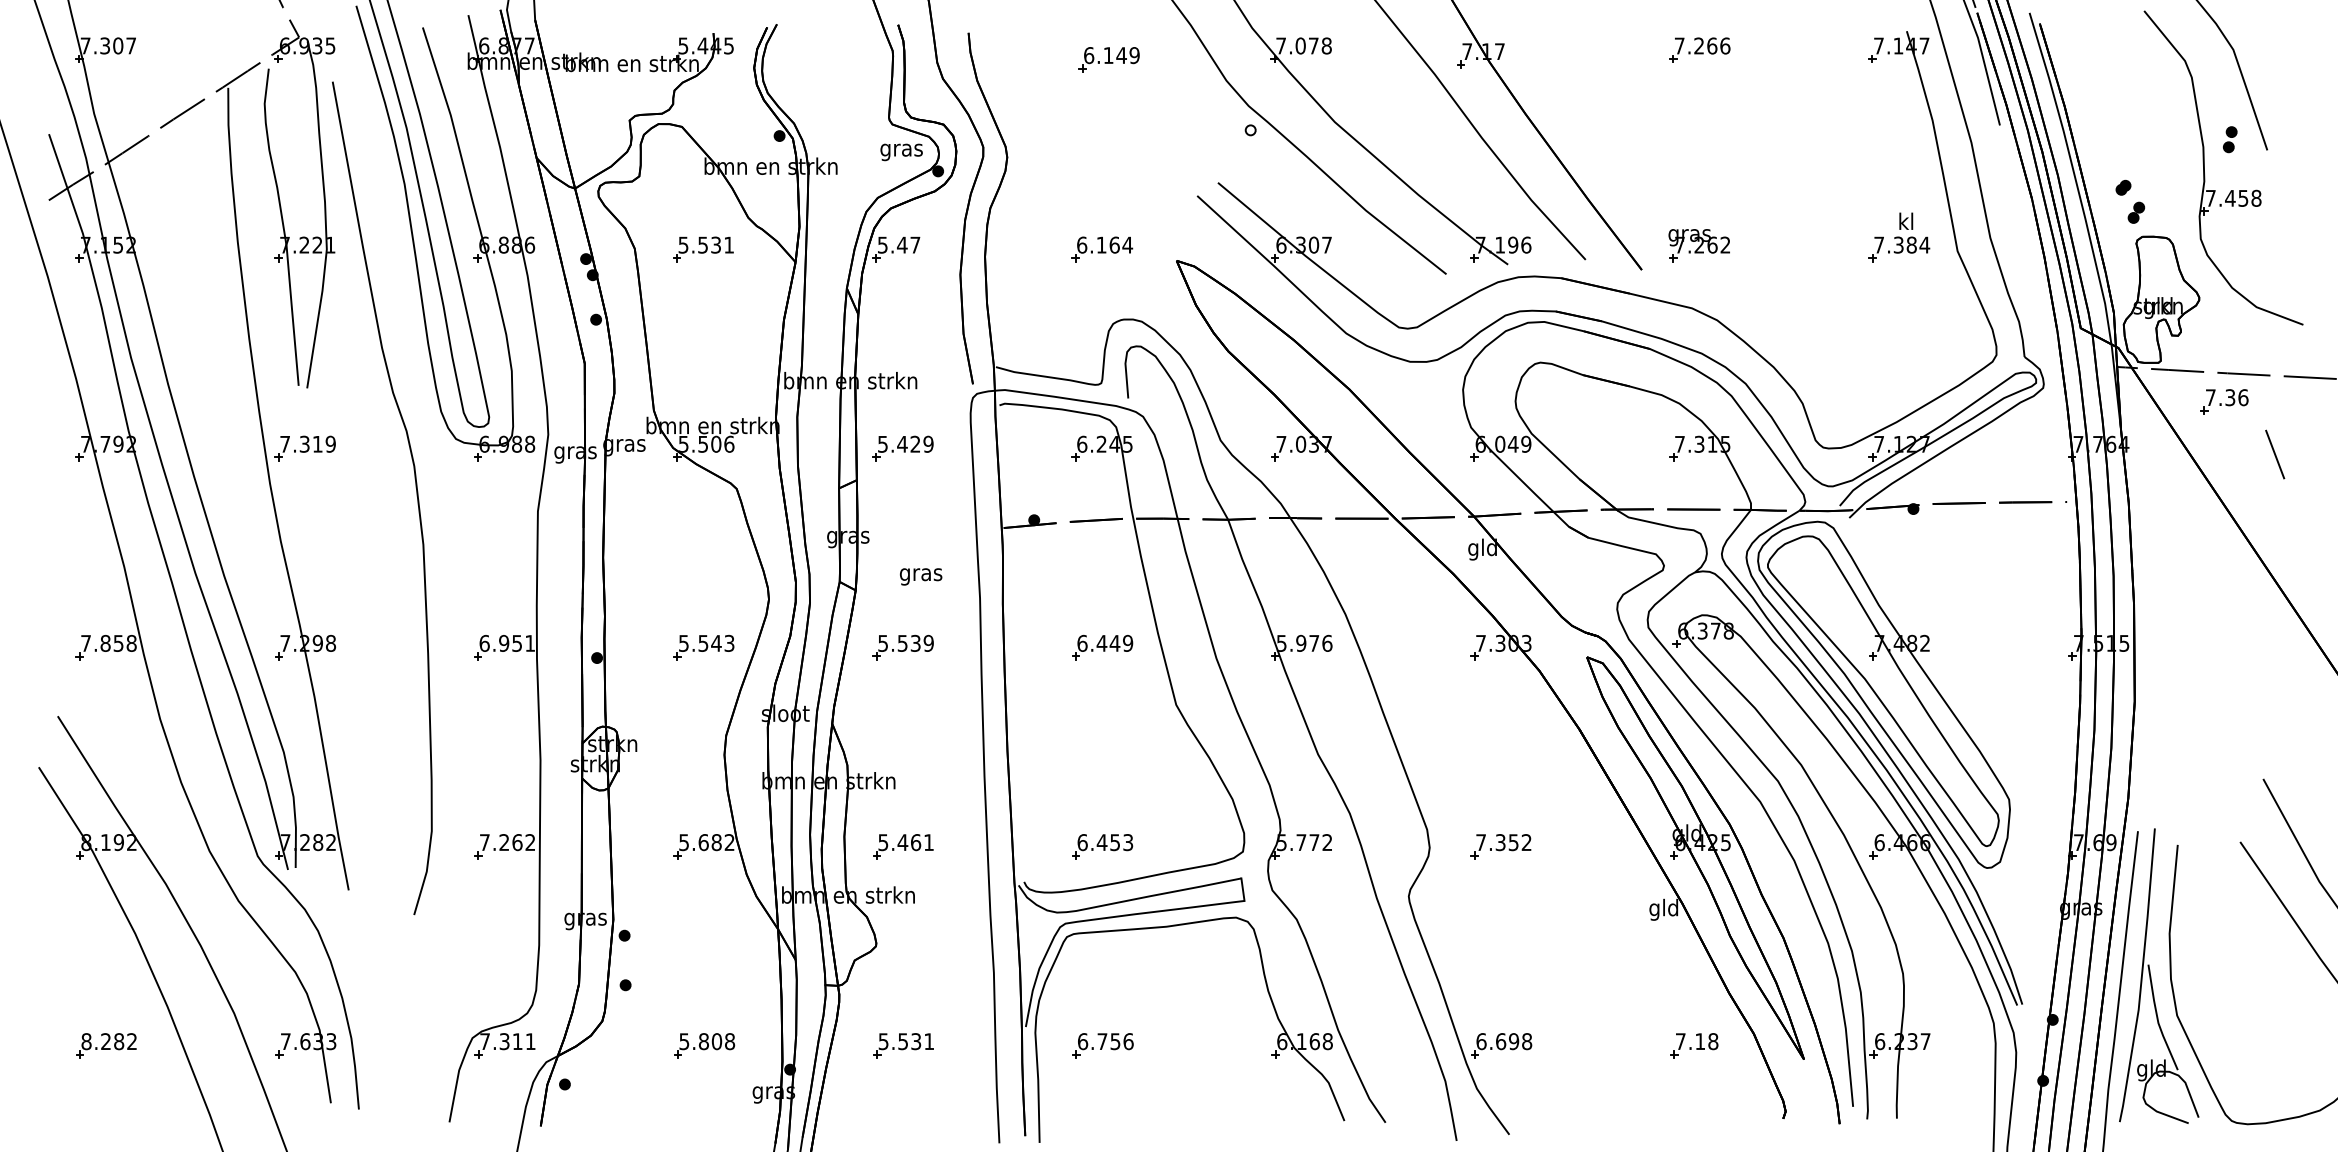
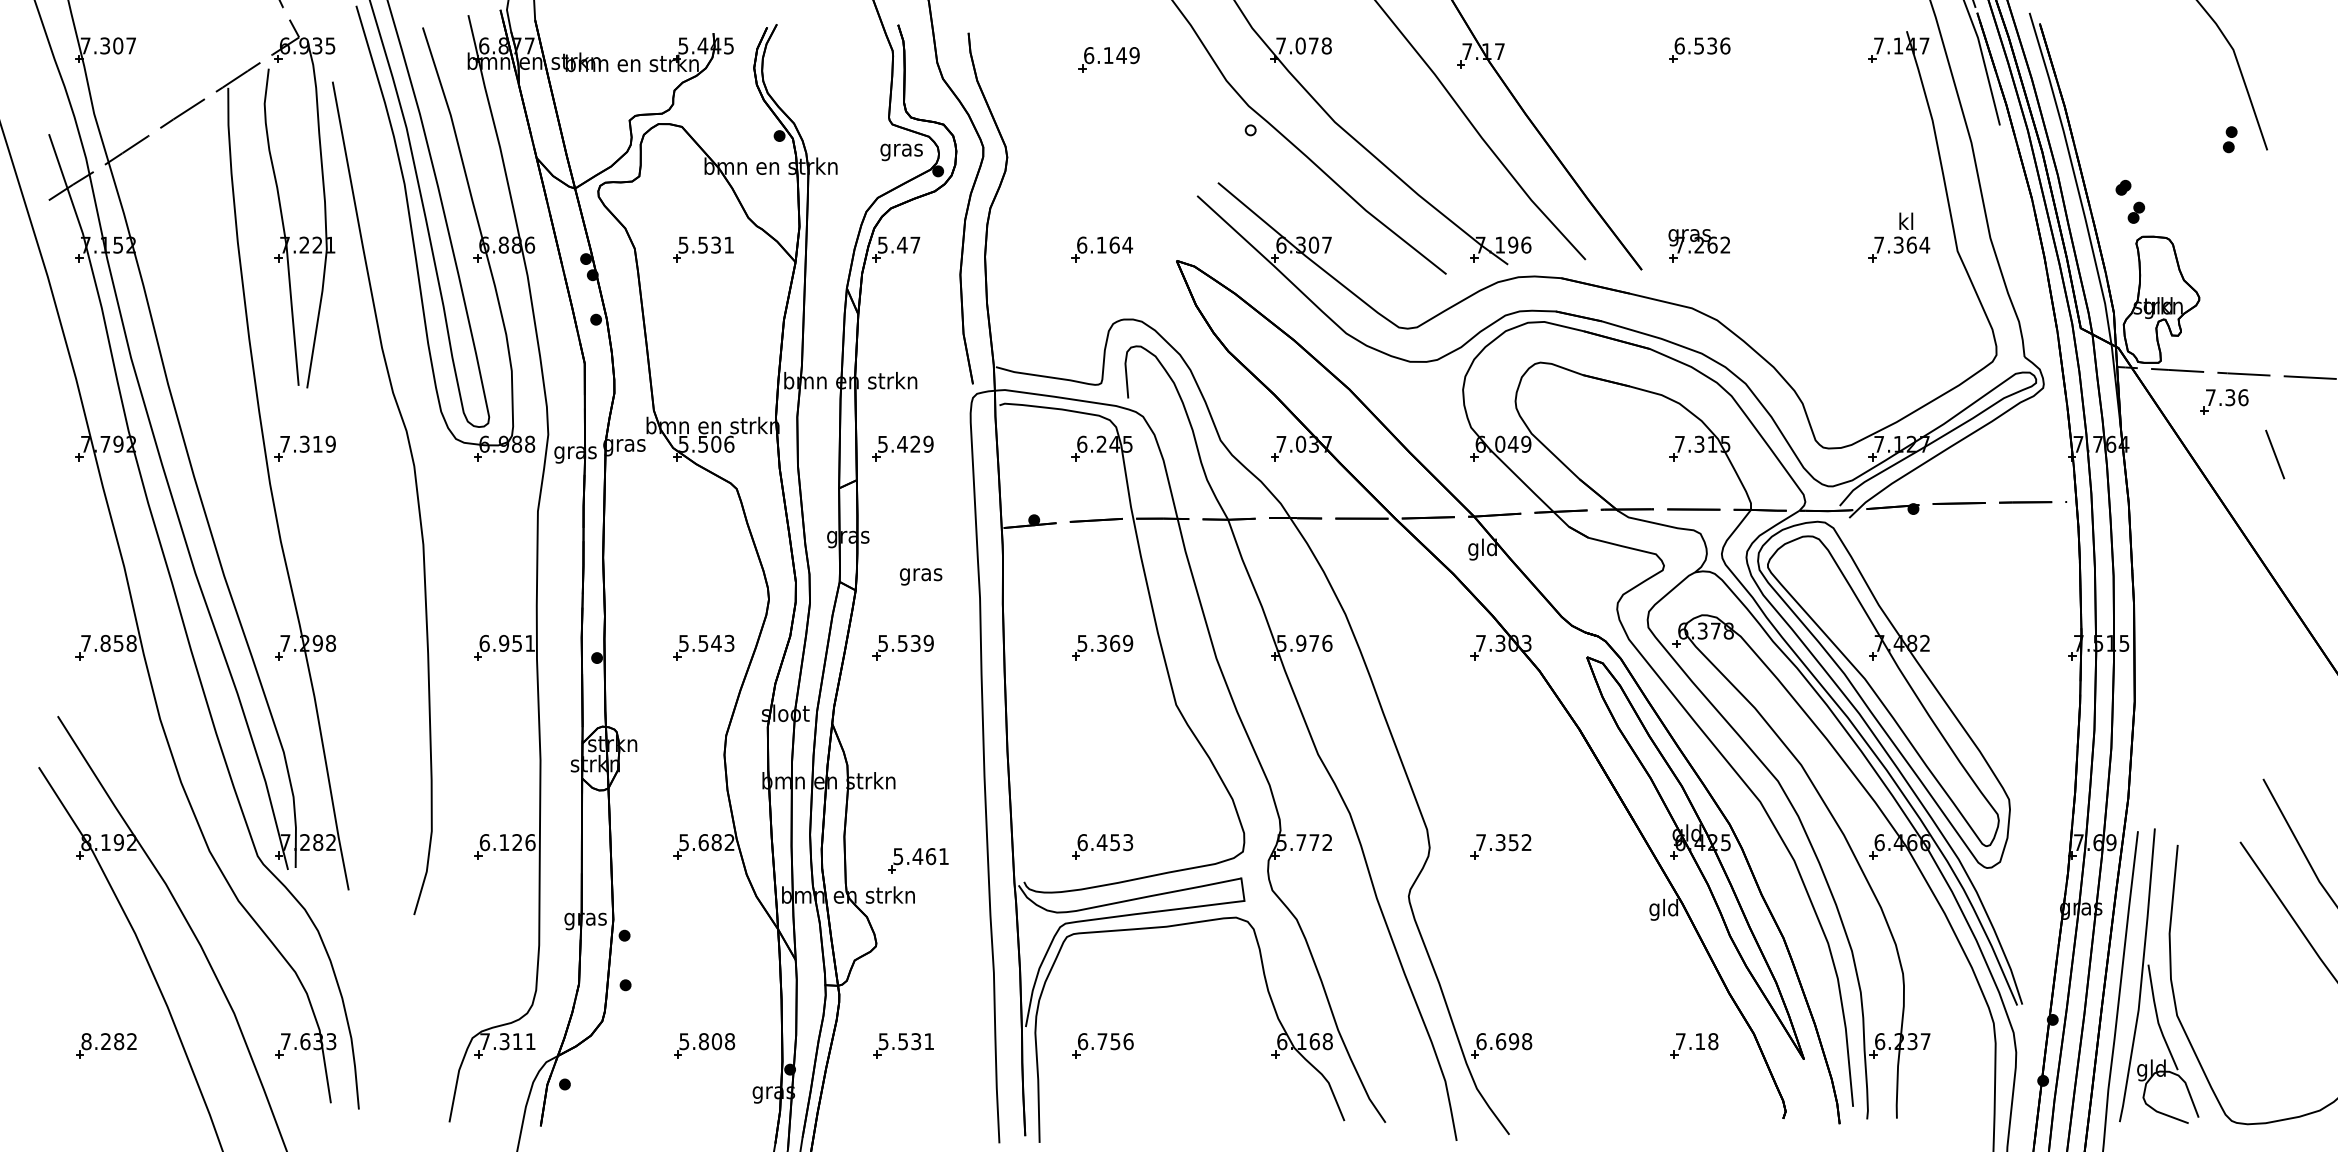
text at (1695, 45): 7.266 -> 6.536
part at (2204, 167): present -> none
text at (1911, 244): 7.384 -> 7.364
text at (1098, 642): 6.449 -> 5.369
text at (507, 842): 7.262 -> 6.126
part at (903, 846) position: (903, 846) -> (918, 860)
